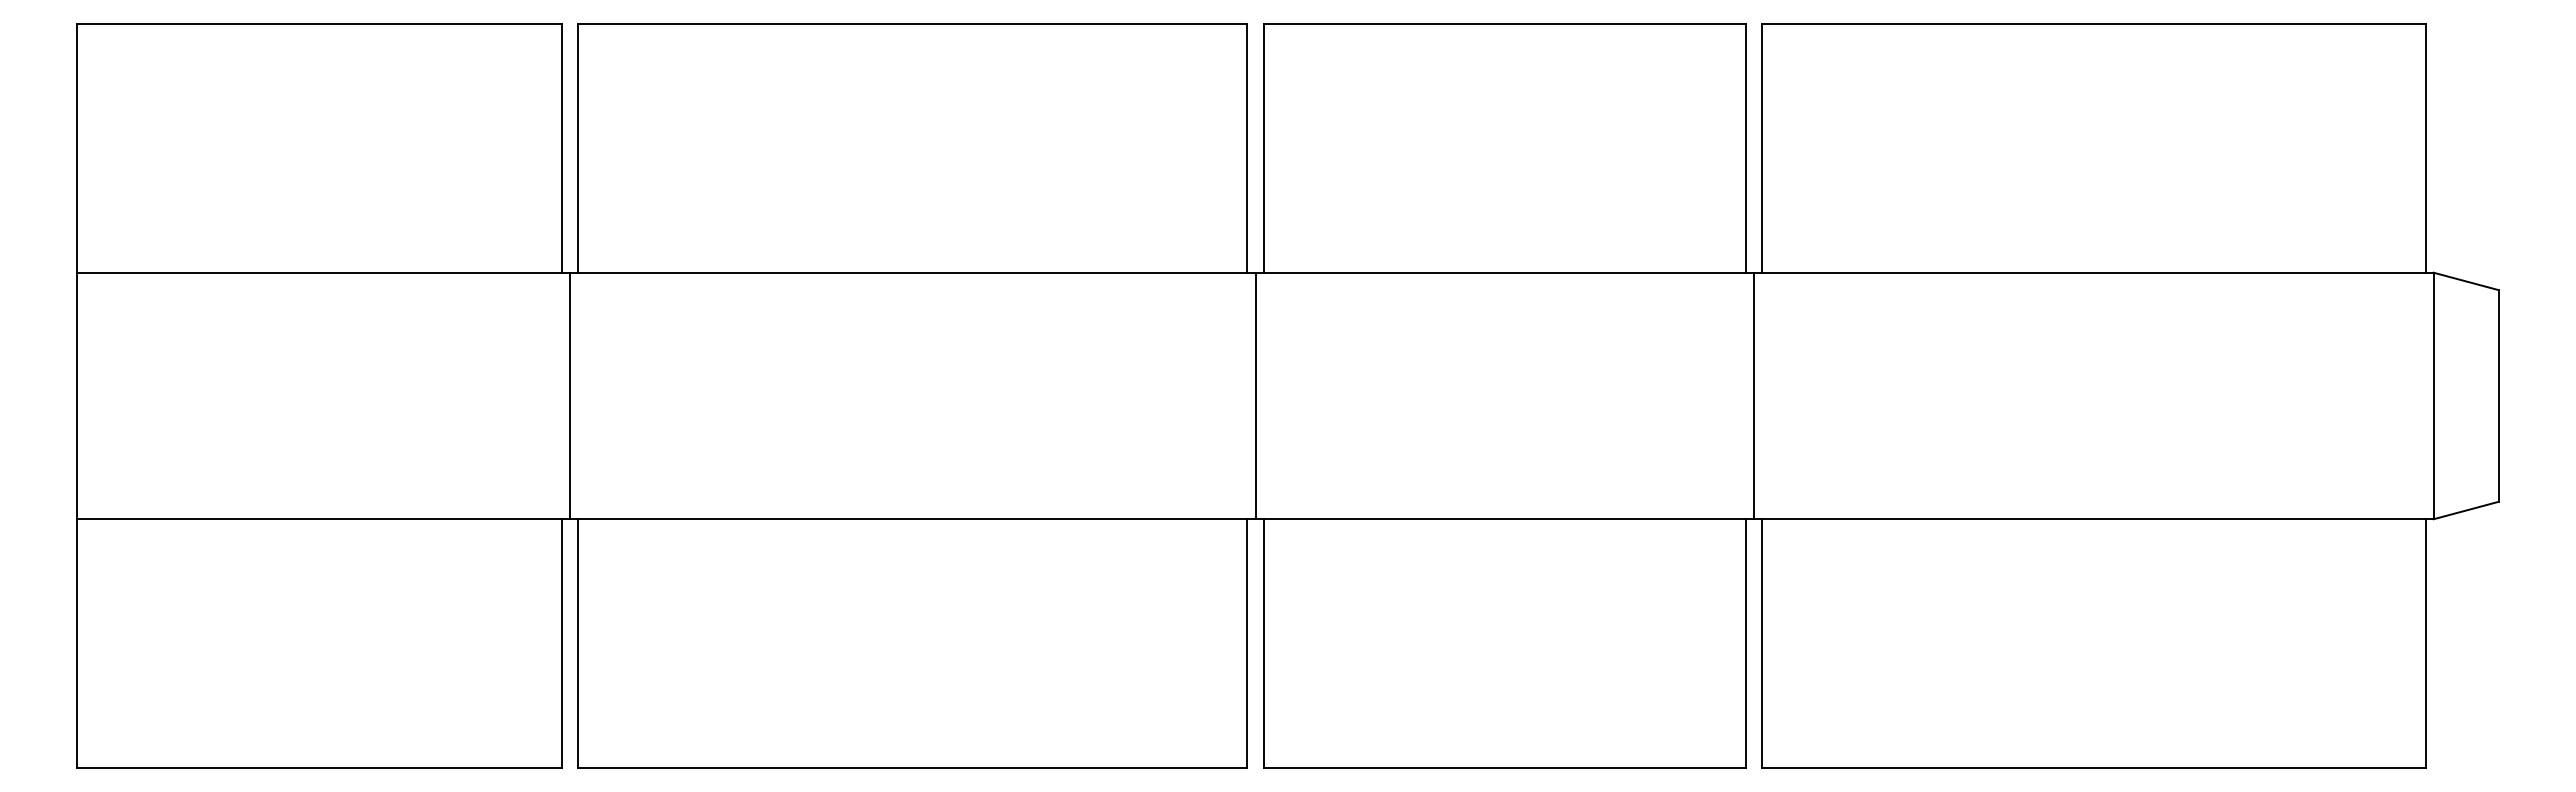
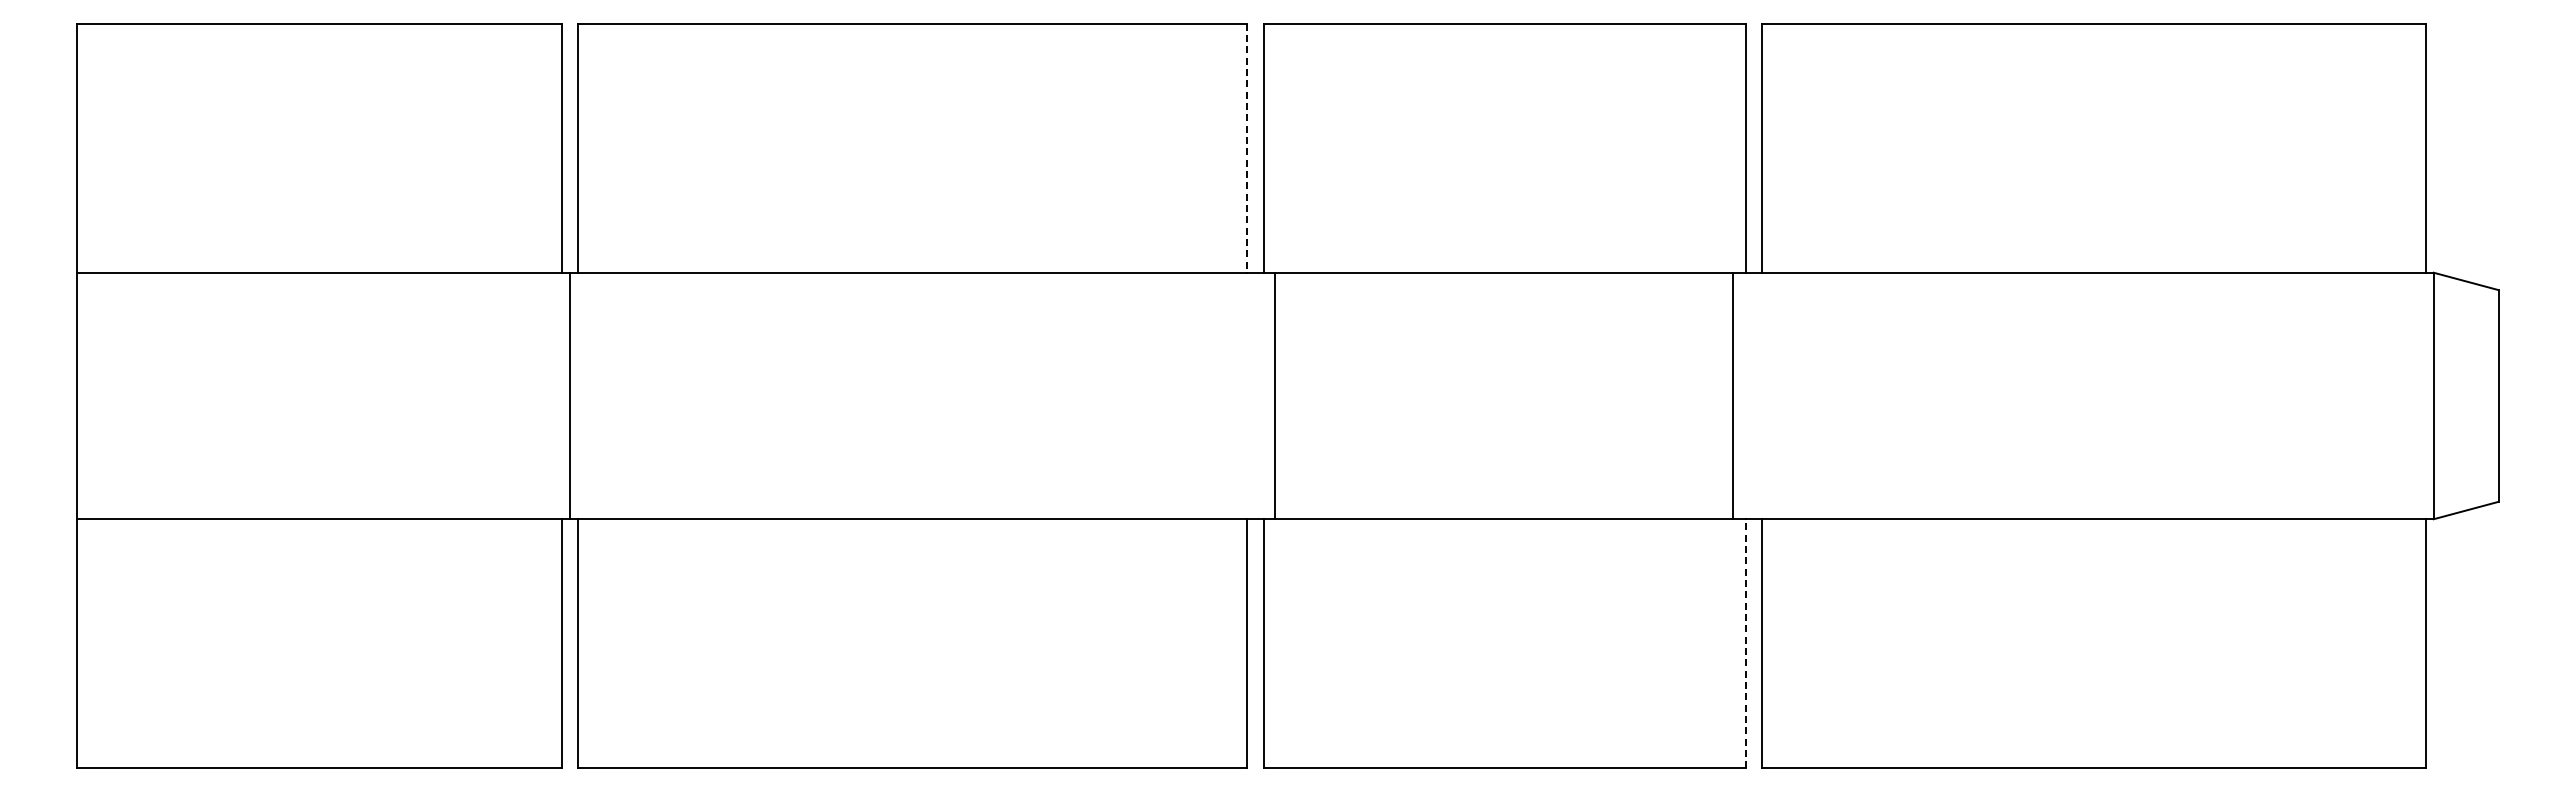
line at (1247, 148): solid -> dashed
line at (1255, 395) position: (1255, 395) -> (1274, 395)
line at (1753, 395) position: (1753, 395) -> (1732, 395)
line at (1745, 643): solid -> dashed
